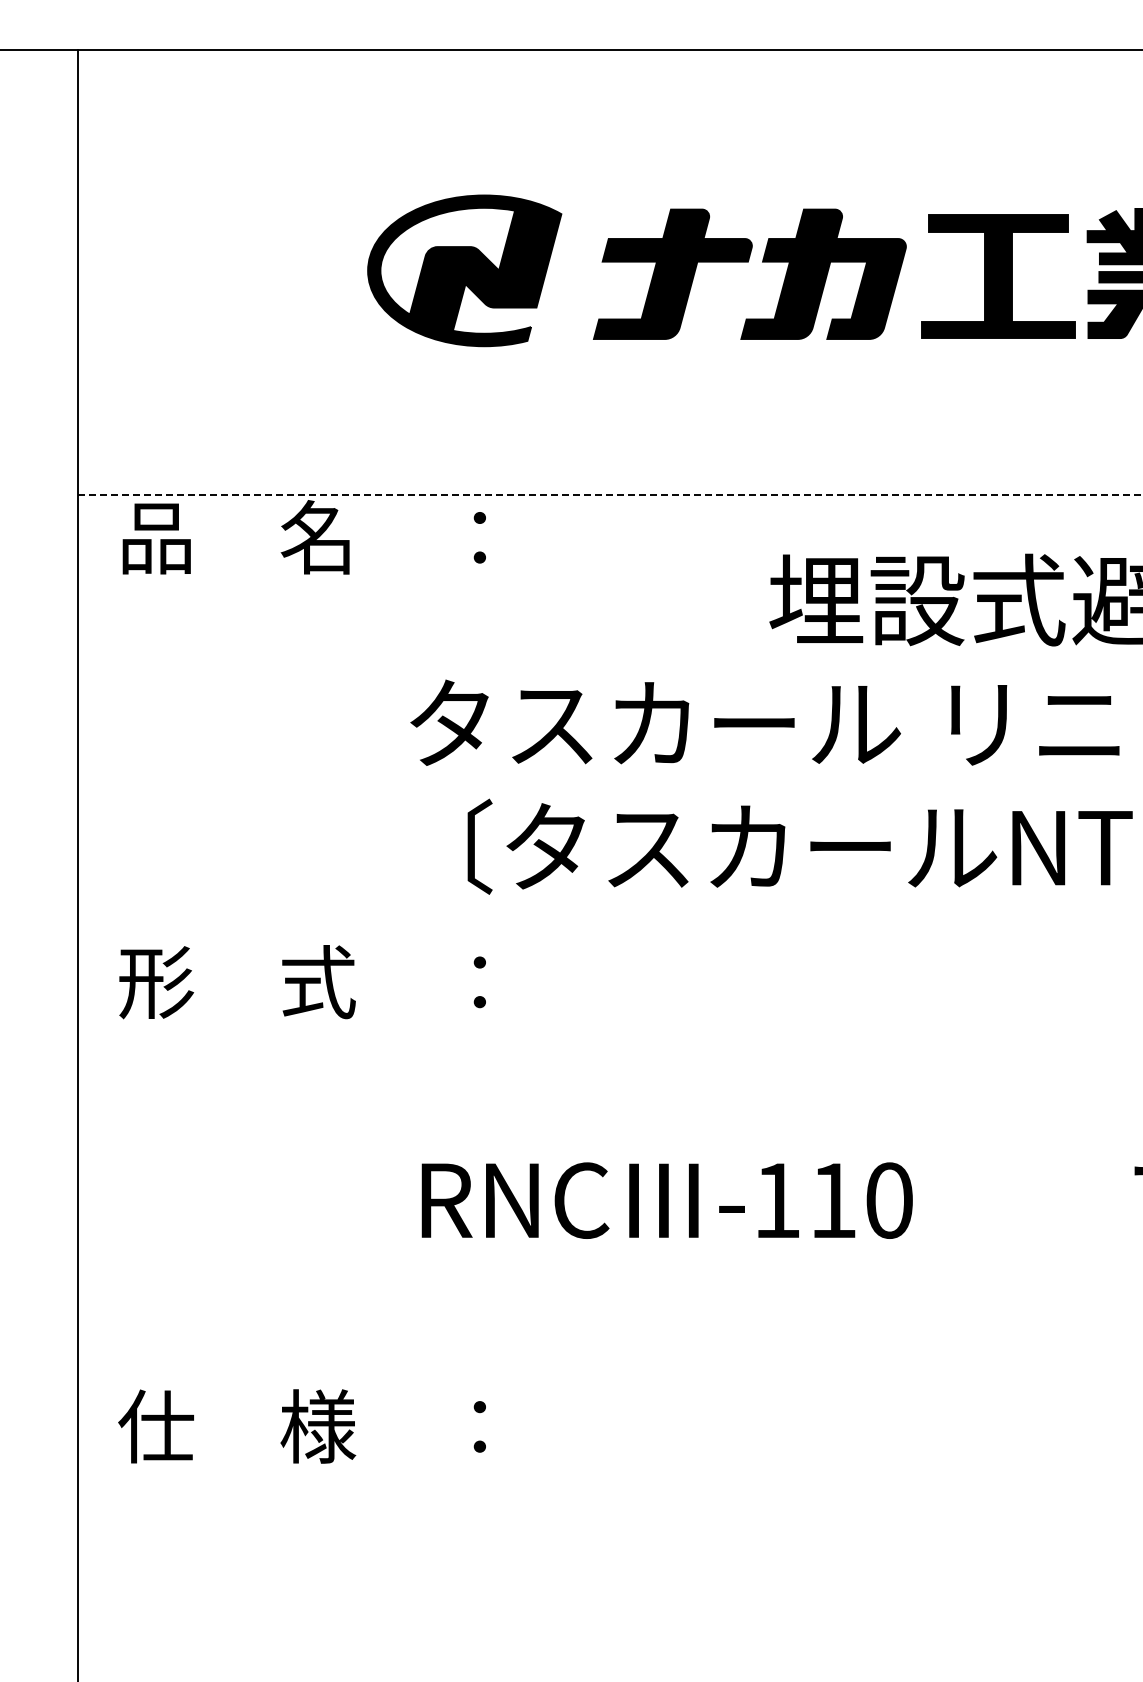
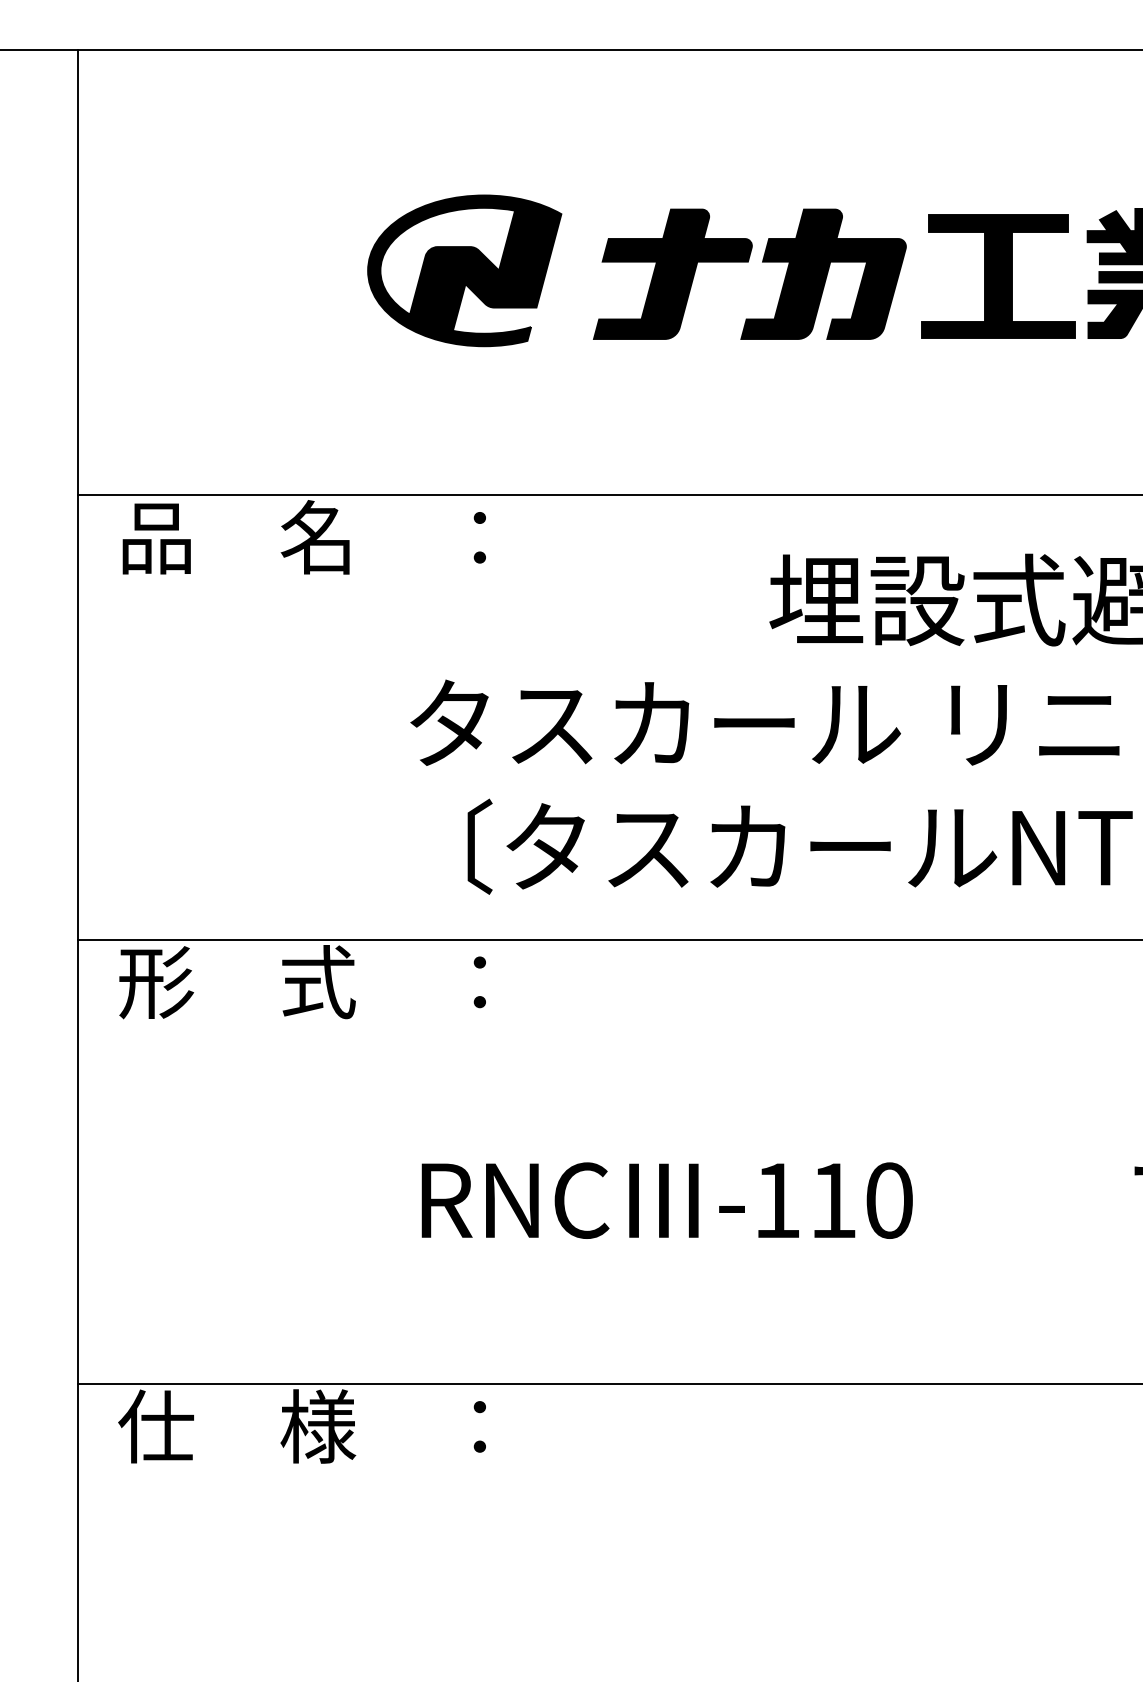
line at (611, 495): dashed -> solid
line at (608, 939): none -> present
line at (608, 1384): none -> present
